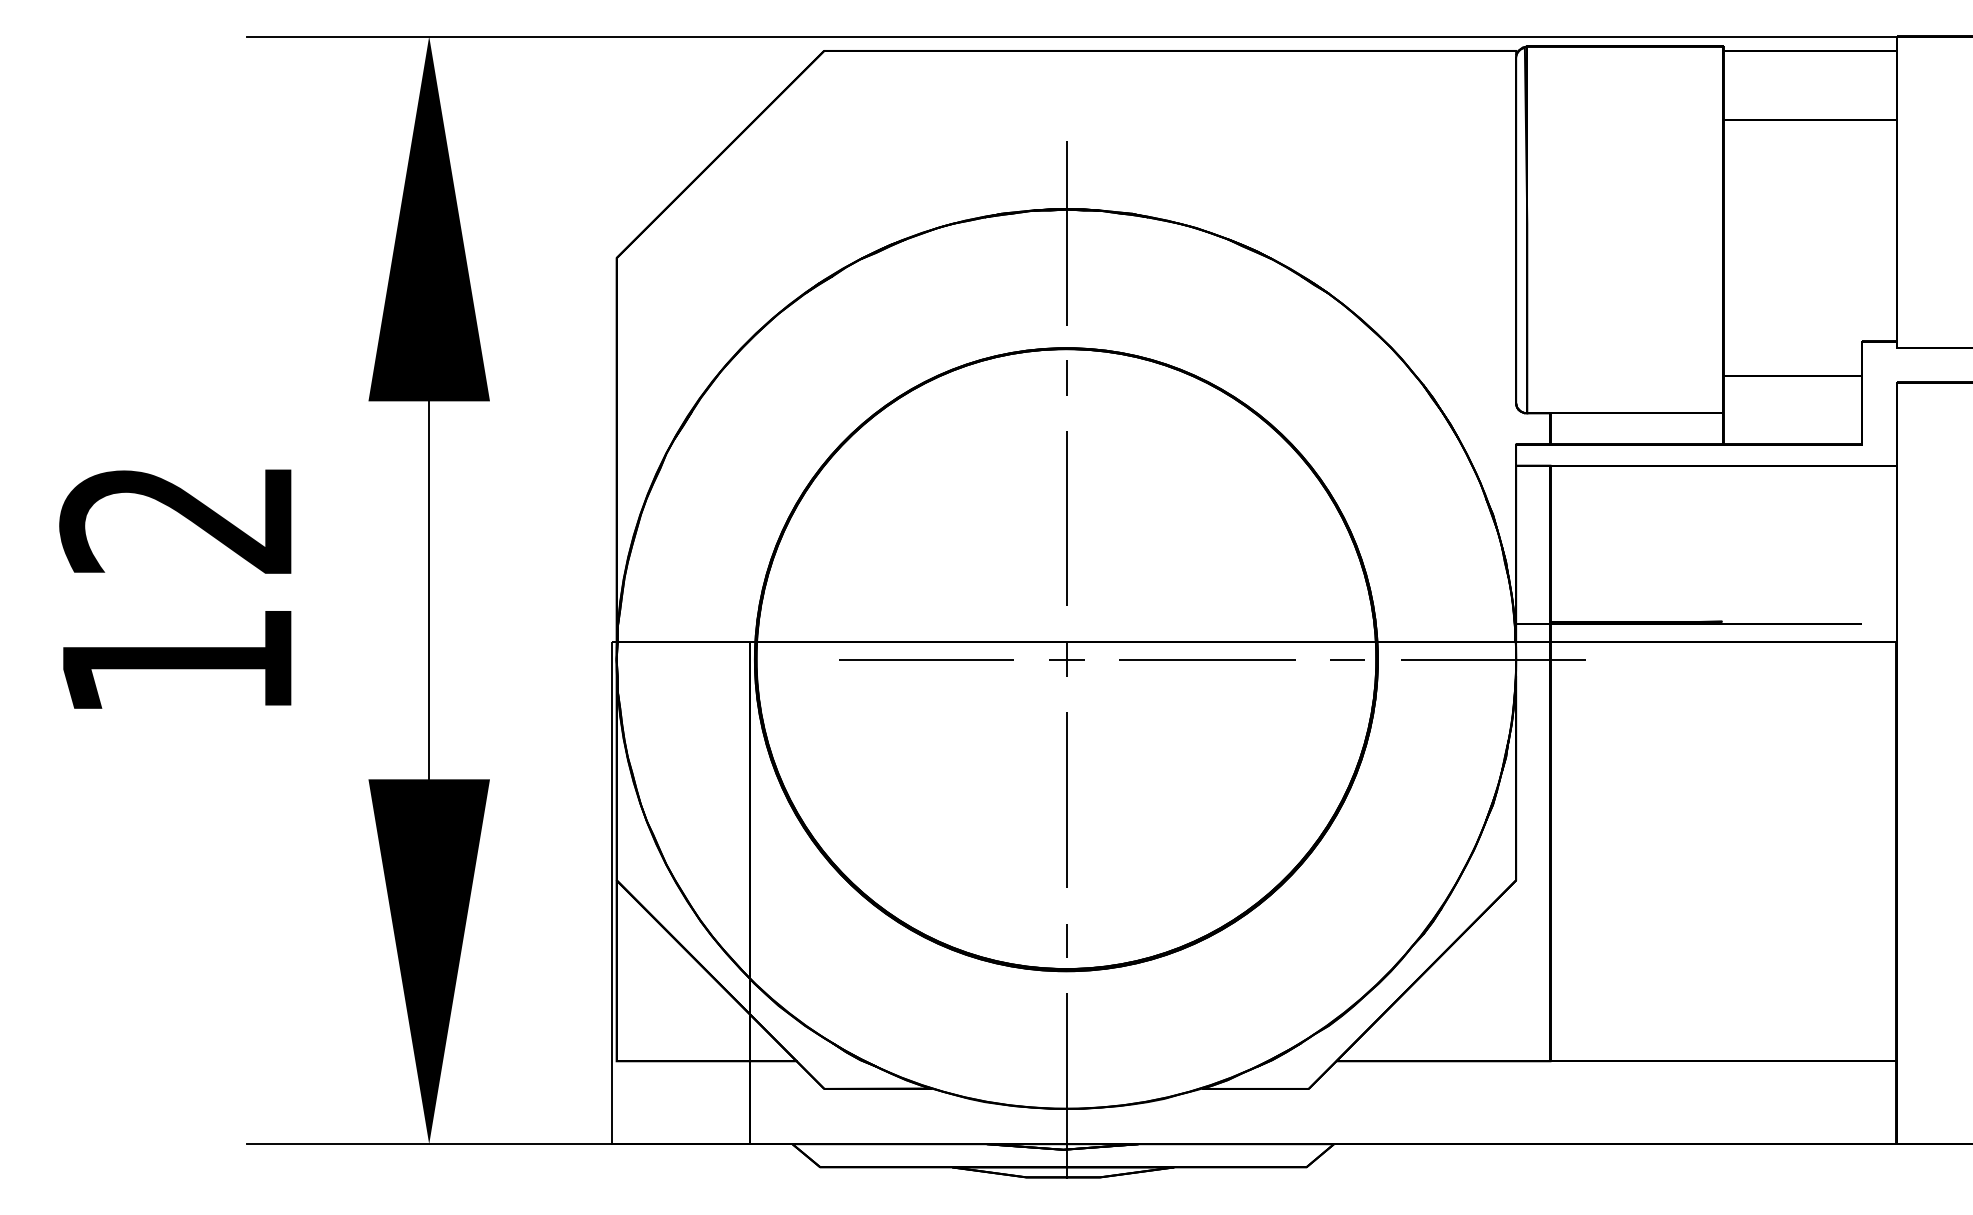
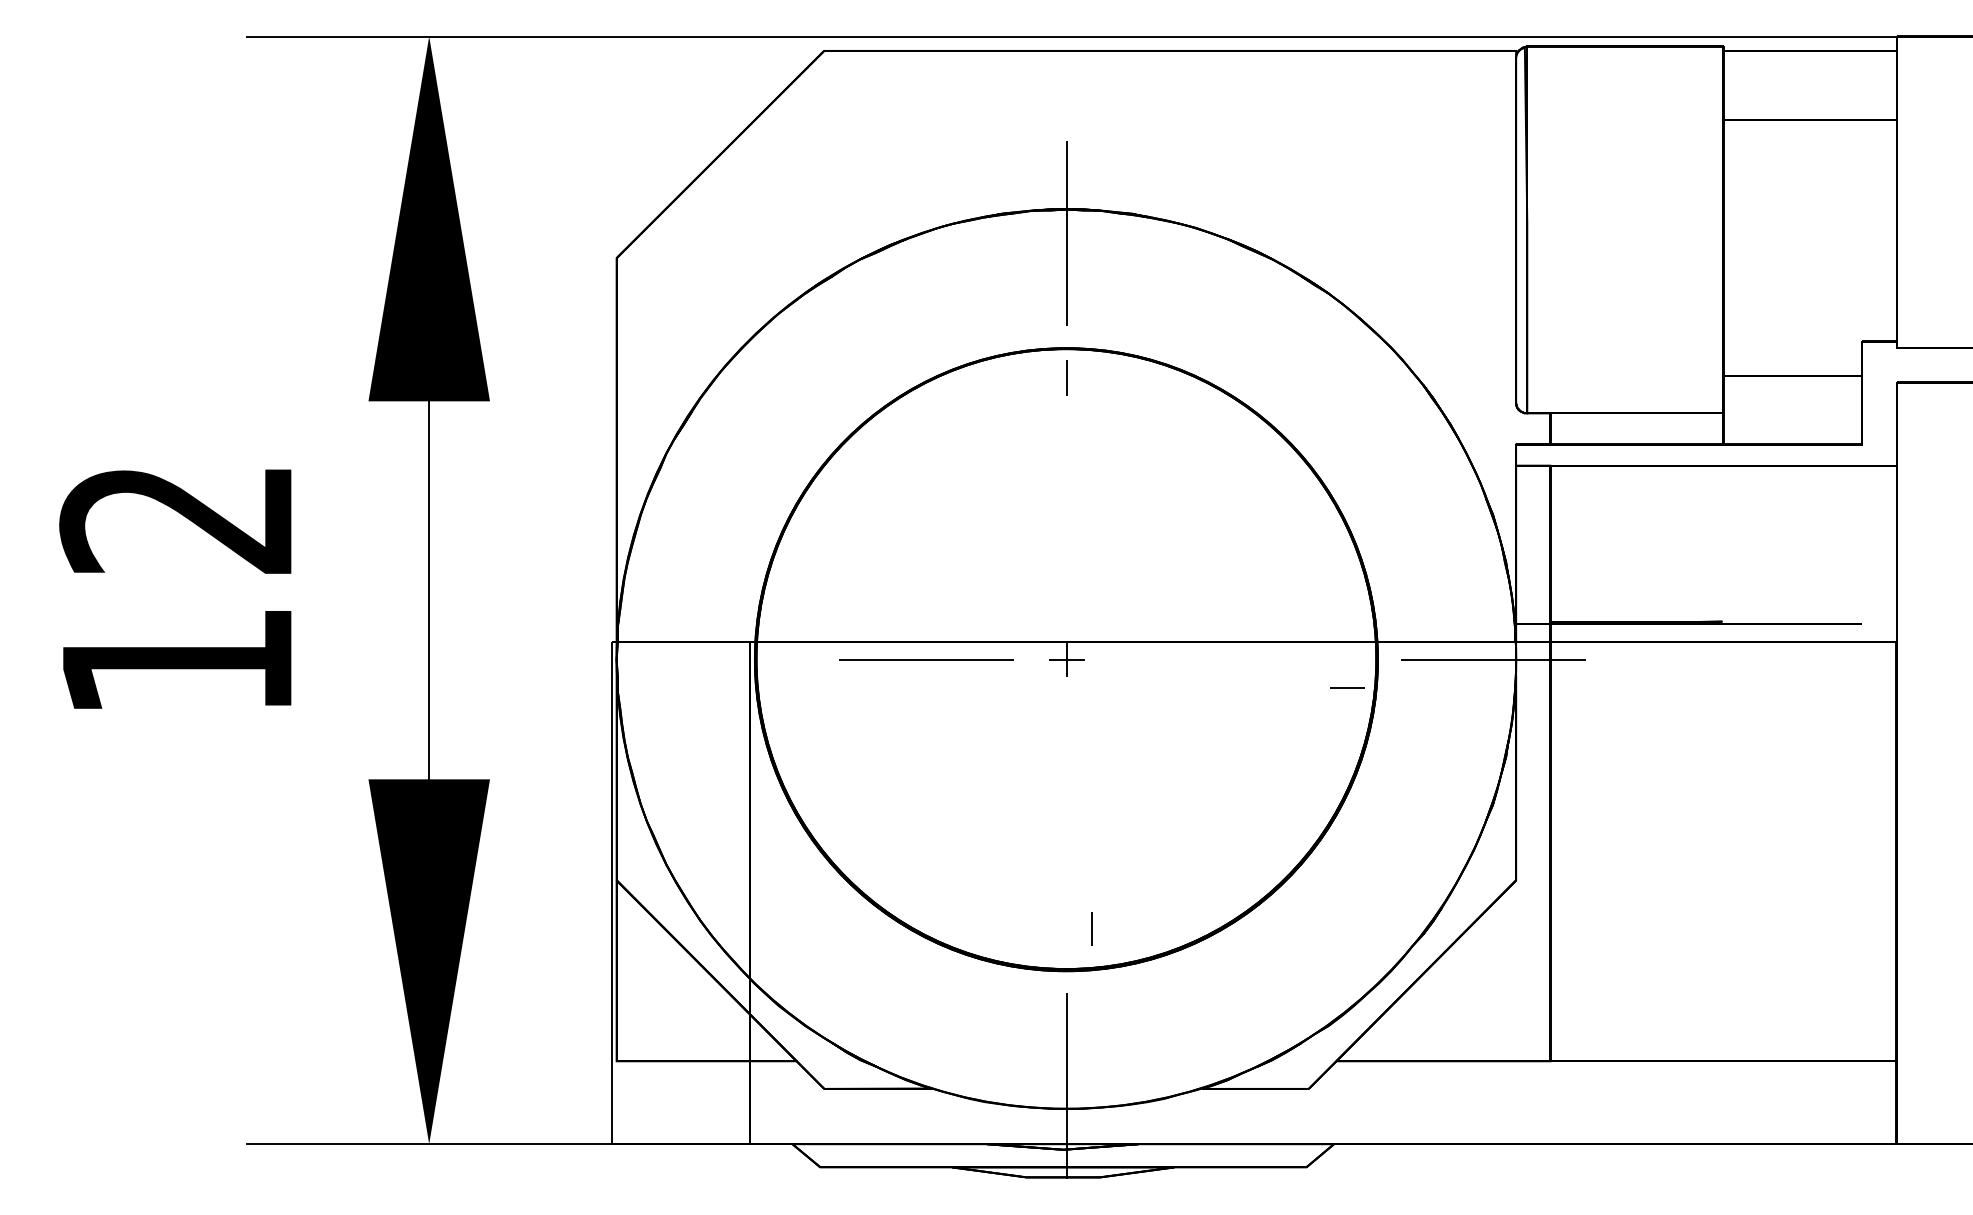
line at (1066, 518): present -> none
line at (1207, 659): present -> none
line at (1347, 659) position: (1347, 659) -> (1347, 687)
line at (1066, 799): present -> none
line at (1066, 940) position: (1066, 940) -> (1091, 928)
